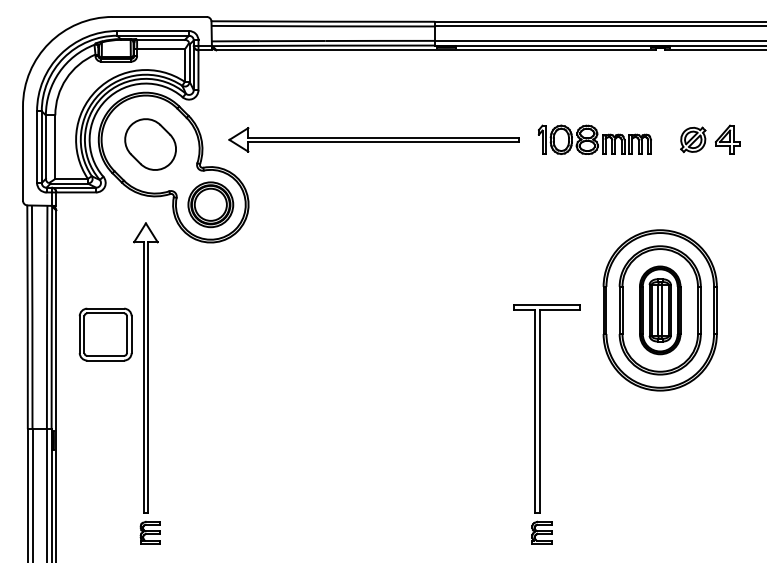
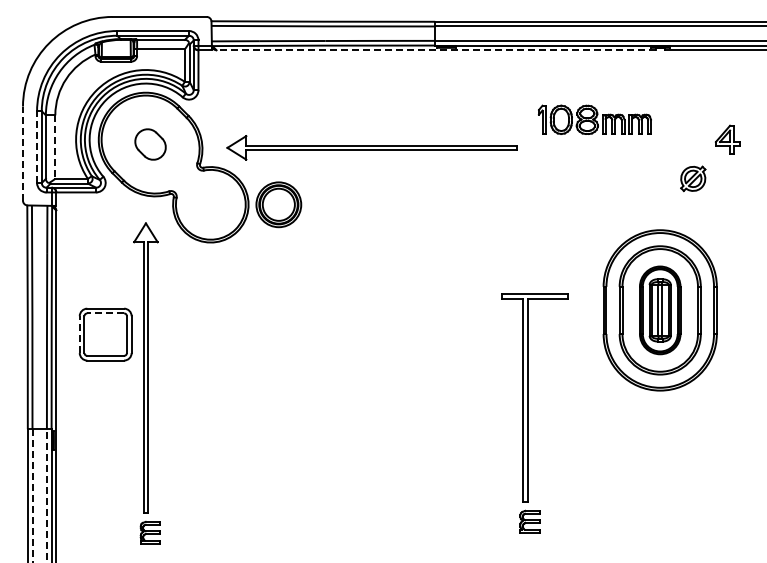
line at (435, 50): solid -> dashed
part at (373, 139) position: (373, 139) -> (371, 147)
part at (594, 139) position: (594, 139) -> (594, 119)
part at (693, 139) position: (693, 139) -> (693, 178)
part at (150, 144) size: 53x53 px -> 33x33 px
line at (37, 147): solid -> dashed
line at (55, 147): solid -> dashed
line at (23, 153): solid -> dashed
part at (210, 204) position: (210, 204) -> (278, 204)
line at (105, 313): solid -> dashed
line at (79, 334): solid -> dashed
part at (546, 424) position: (546, 424) -> (534, 413)
line at (32, 496): solid -> dashed
line at (46, 496): solid -> dashed
